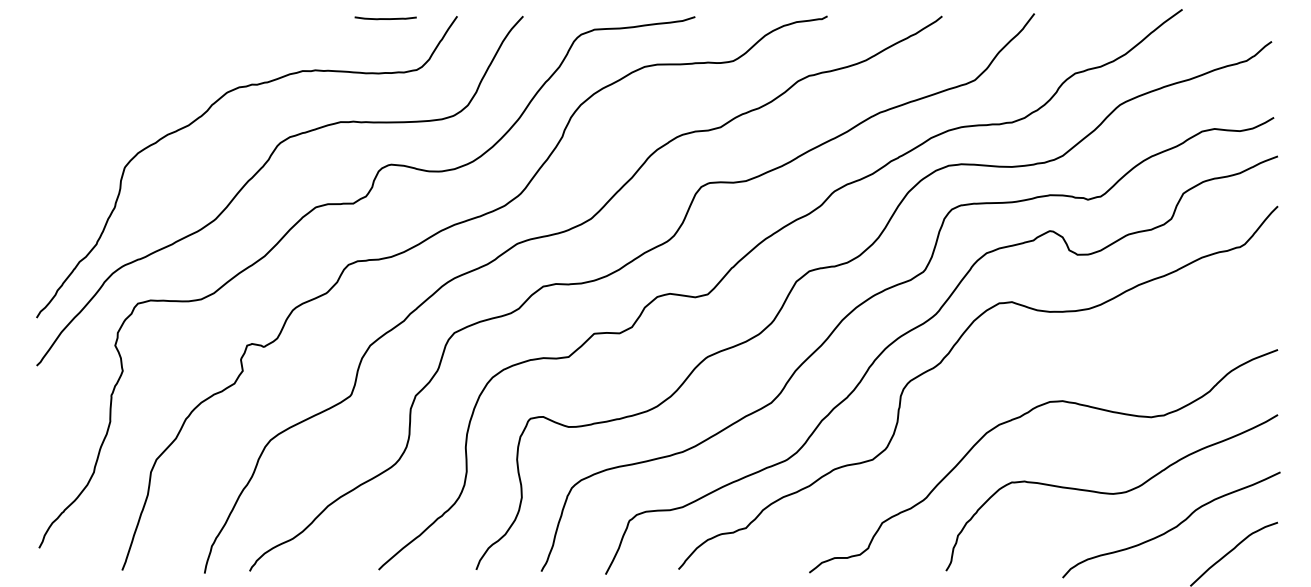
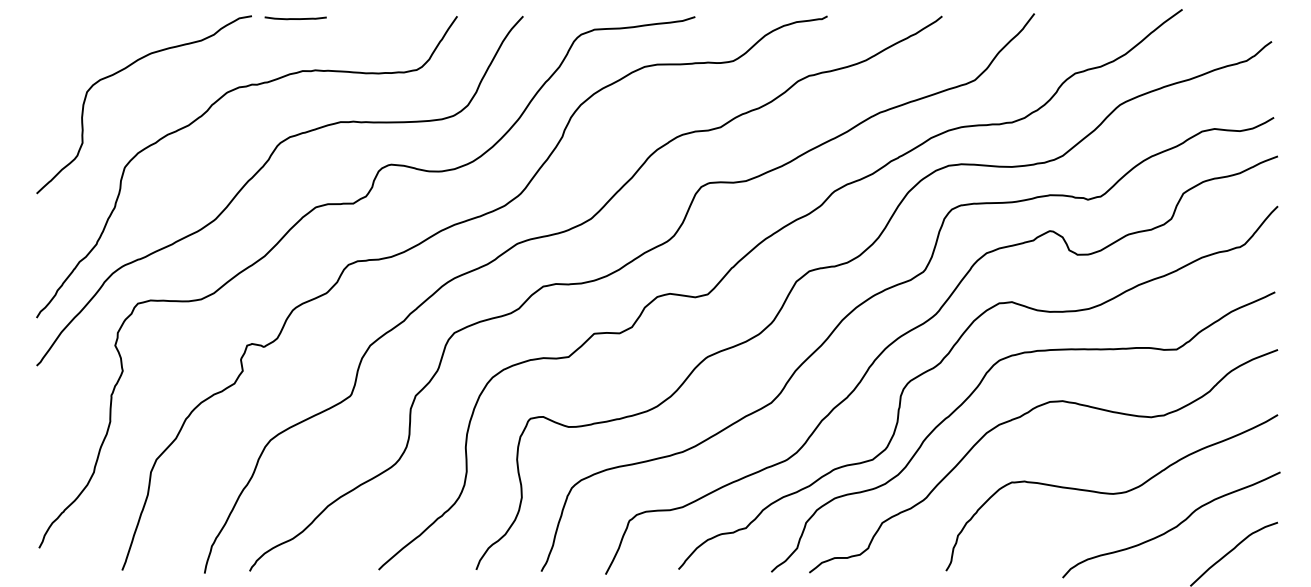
curve at (385, 18) position: (385, 18) -> (295, 18)
curve at (125, 69): none -> present
curve at (973, 393): none -> present
